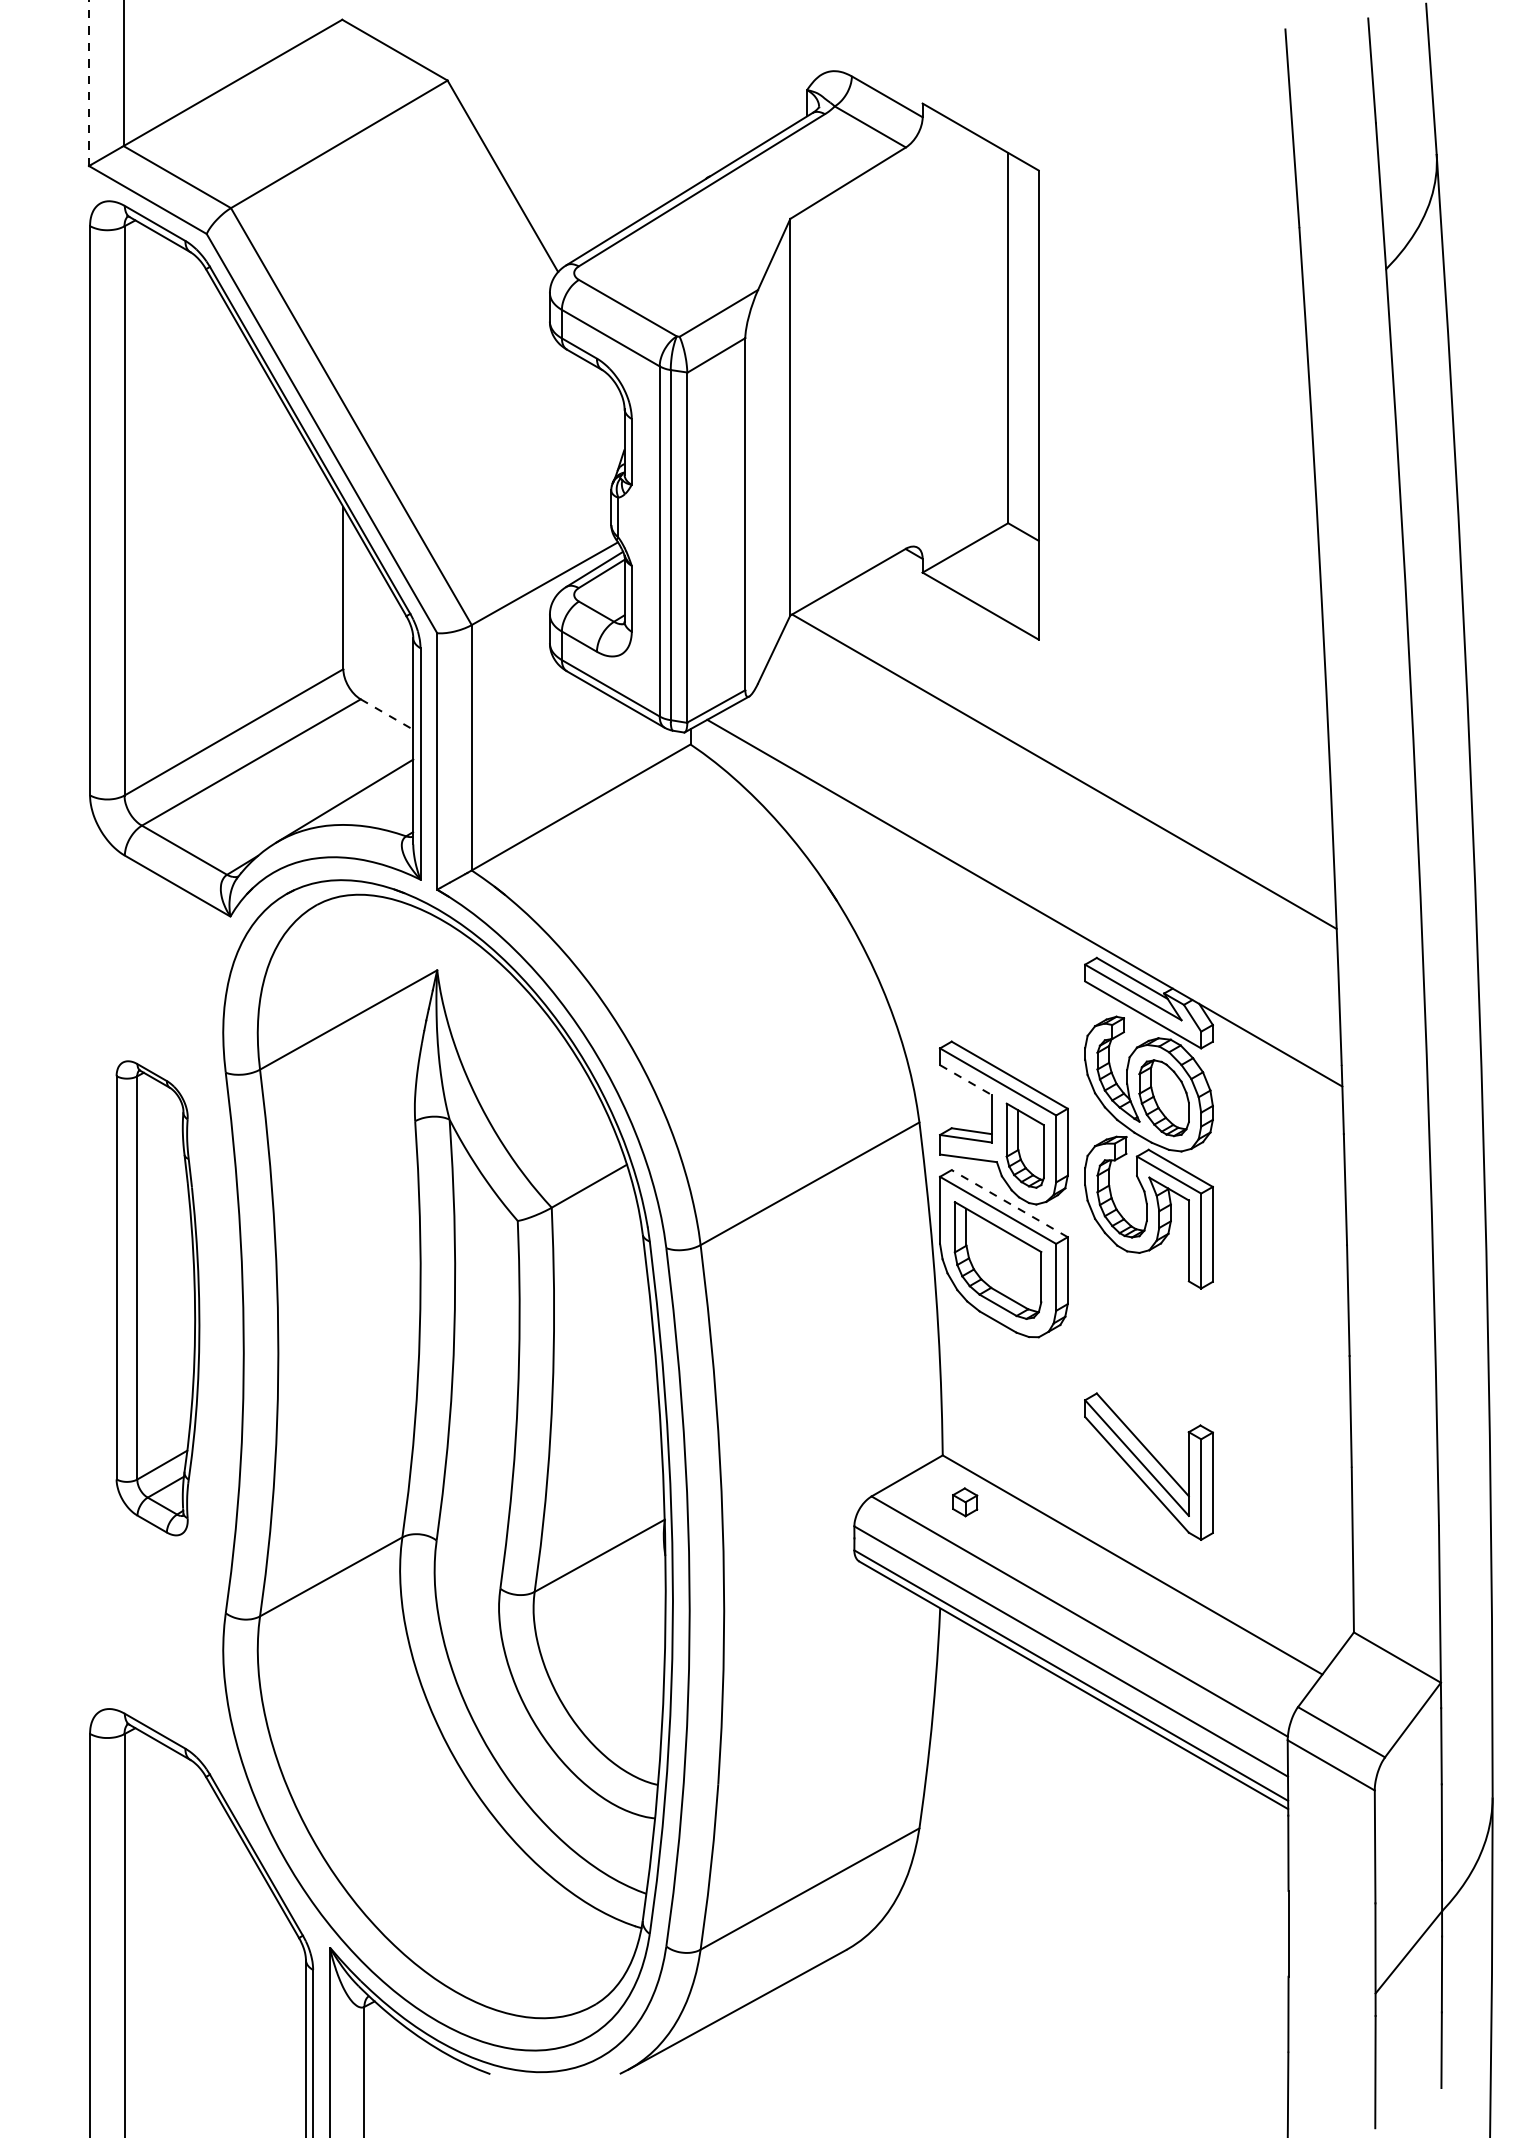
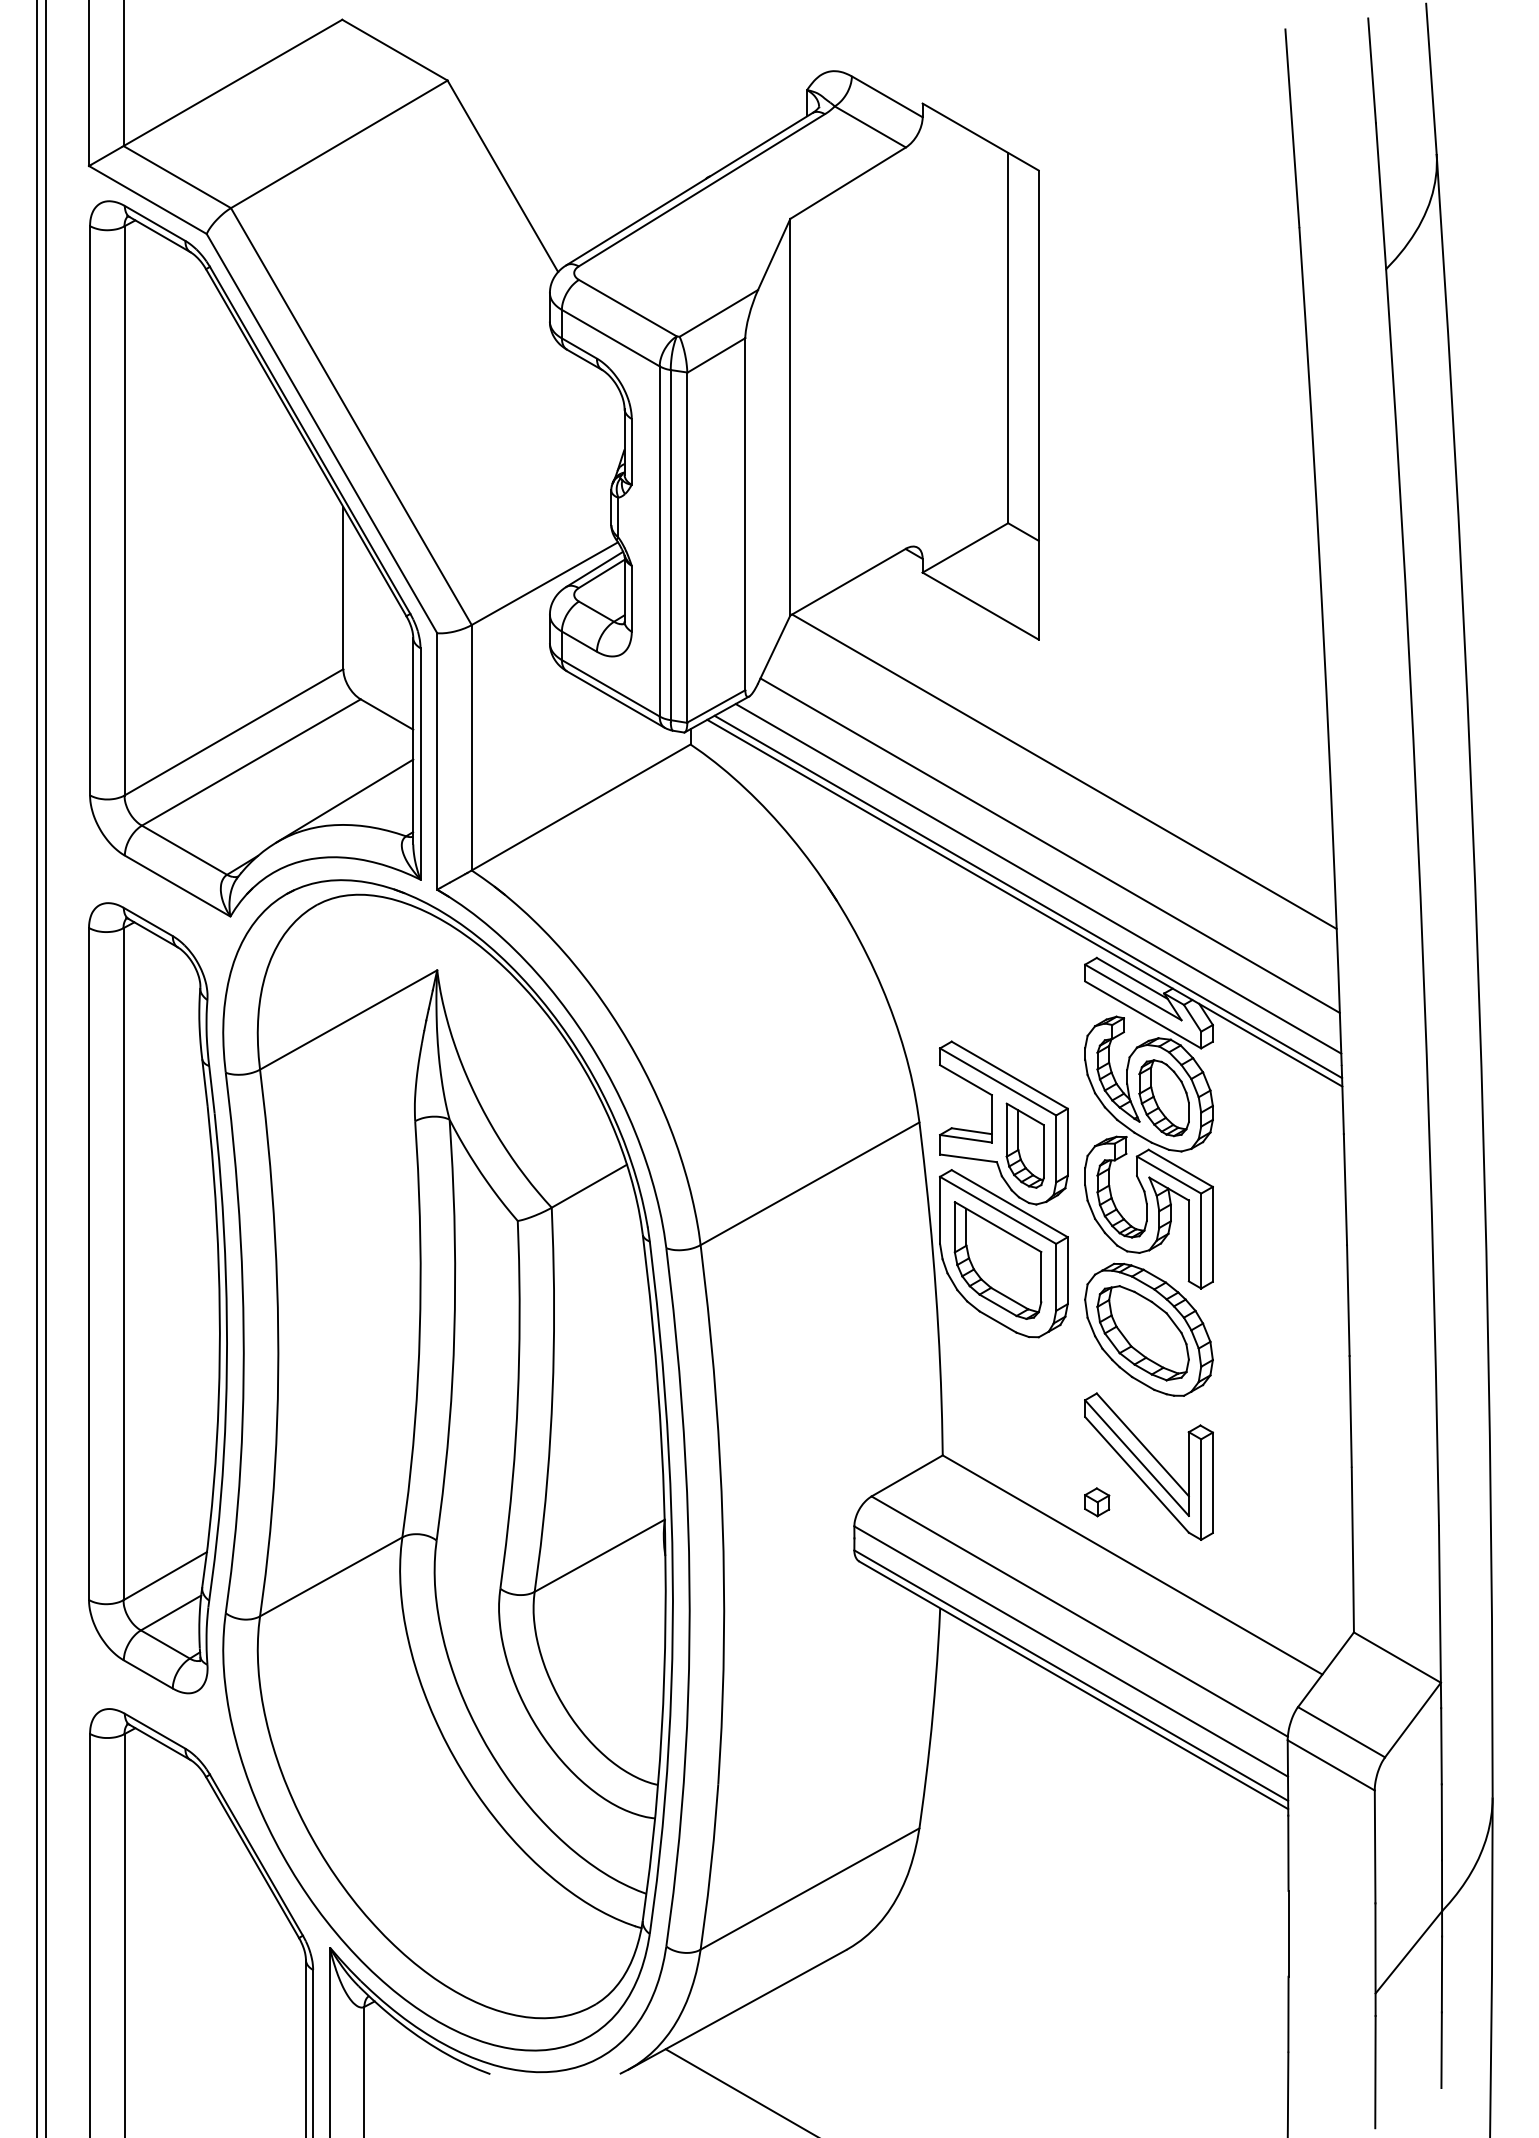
line at (89, 83): dashed -> solid
line at (387, 714): dashed -> solid
line at (1049, 845): none -> present
line at (1038, 878): none -> present
line at (1028, 896): none -> present
line at (36, 1068): none -> present
line at (46, 1068): none -> present
line at (965, 1080): dashed -> solid
line at (1009, 1203): dashed -> solid
part at (157, 1298) size: 86x477 px -> 140x793 px
part at (1148, 1329): none -> present
part at (965, 1502) position: (965, 1502) -> (1097, 1502)
line at (739, 2091): none -> present
